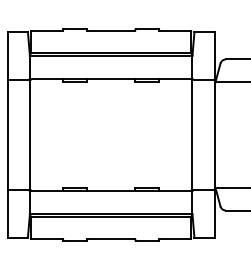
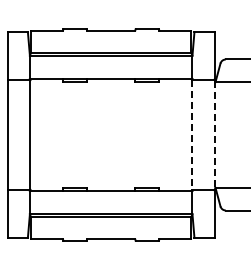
line at (191, 135): solid -> dashed
line at (215, 135): solid -> dashed
